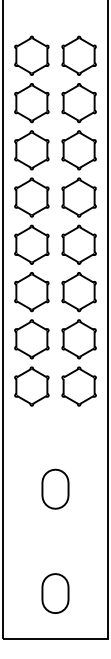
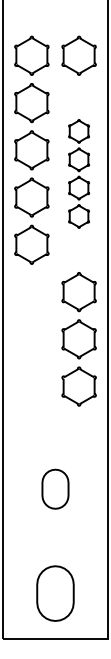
part at (78, 173) size: 36x182 px -> 22x110 px
part at (31, 339): present -> none
part at (55, 593) size: 29x41 px -> 39x57 px
